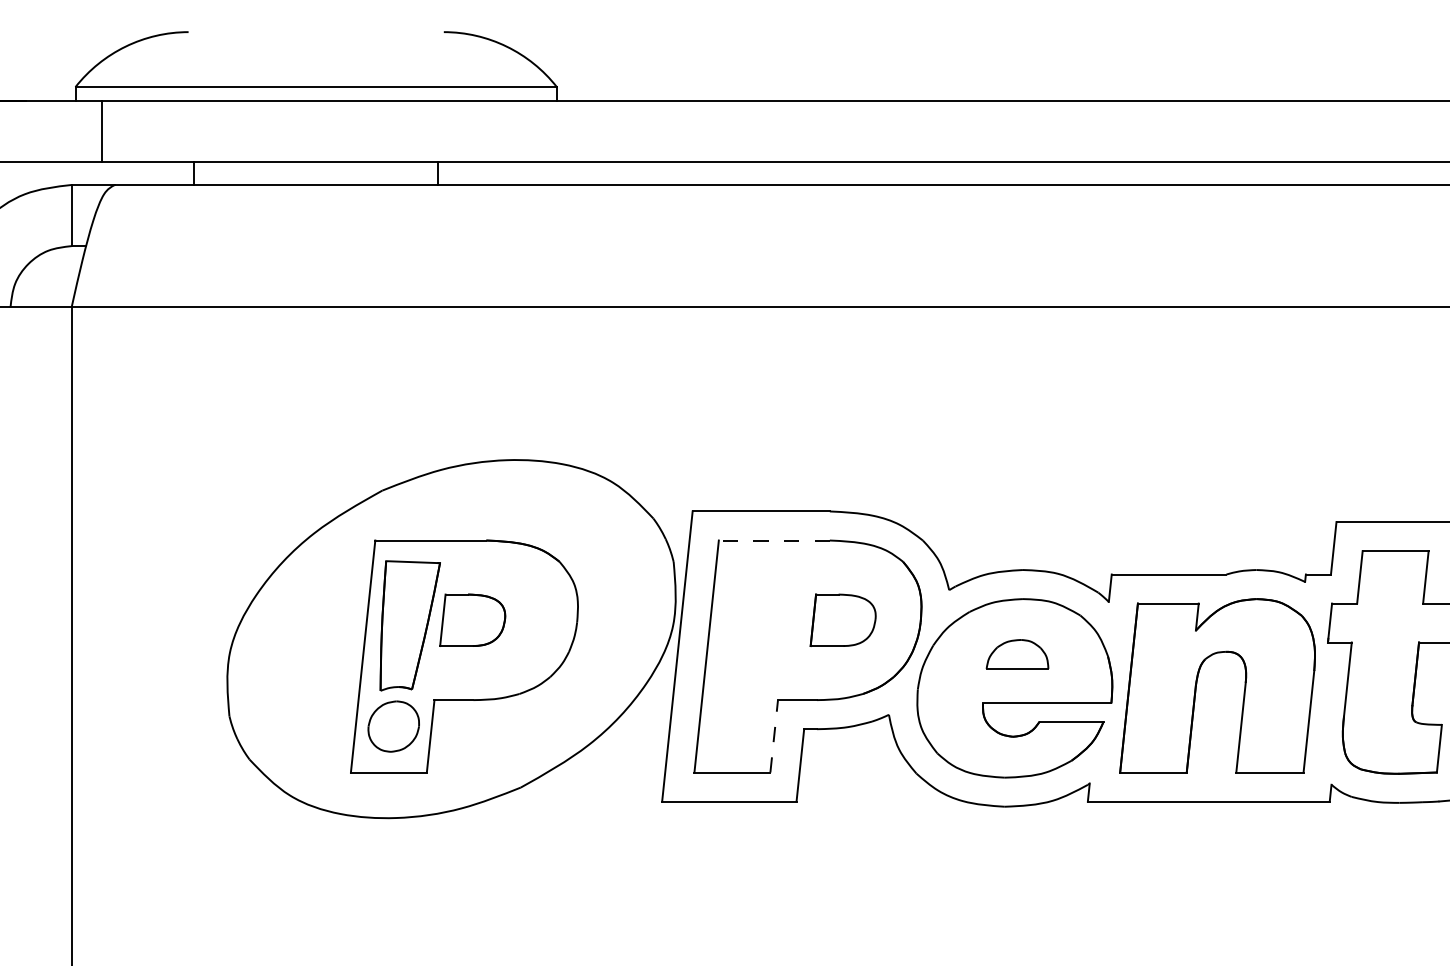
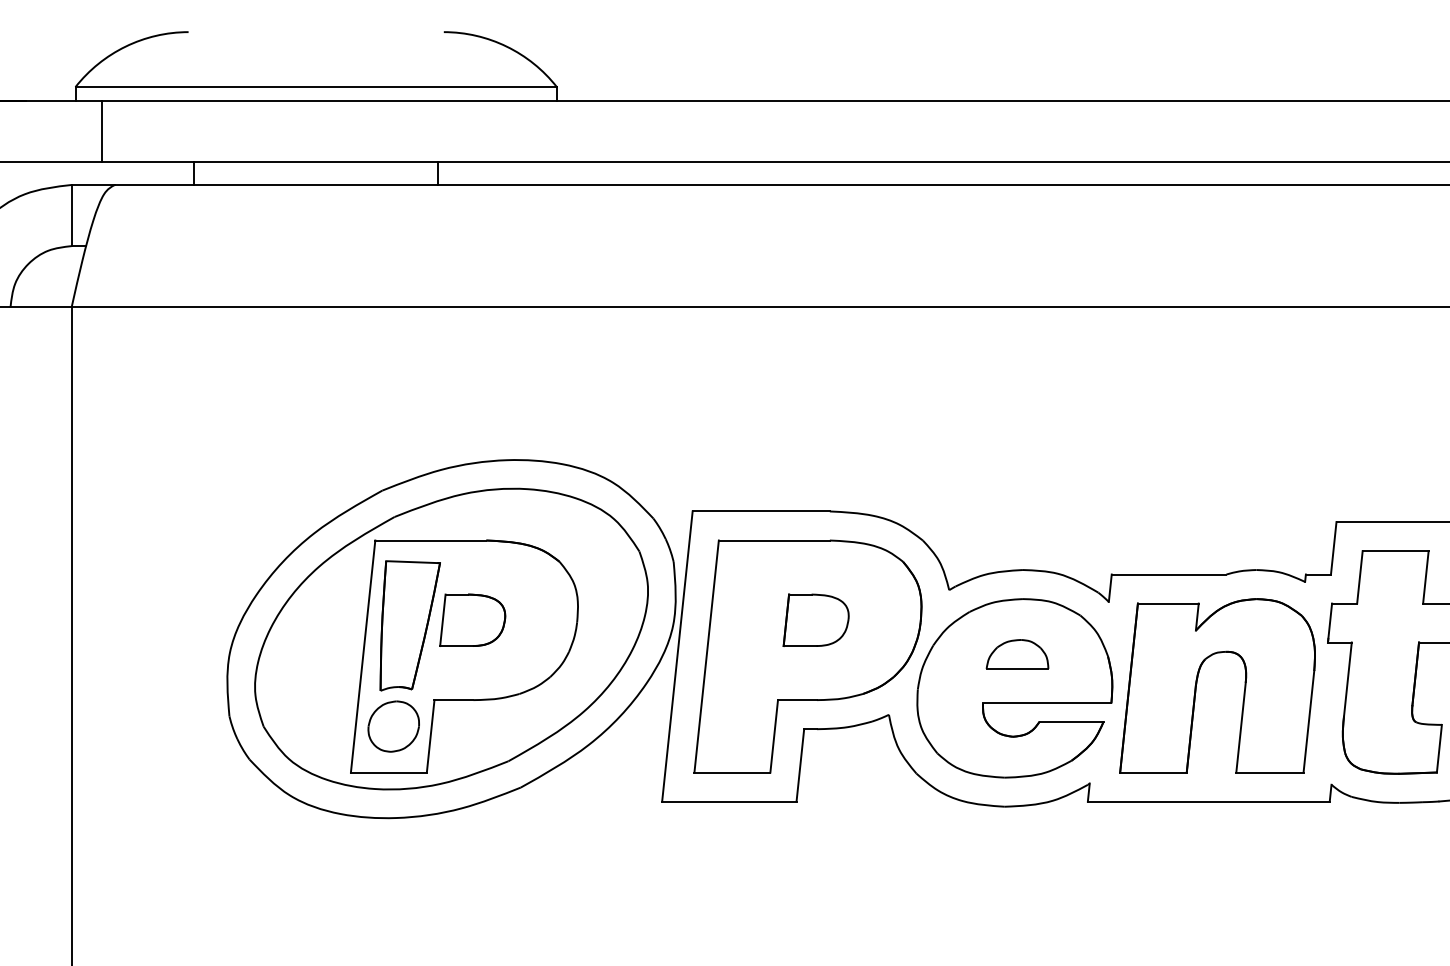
line at (774, 540): dashed -> solid
part at (842, 619) position: (842, 619) -> (815, 619)
part at (451, 638): none -> present
line at (774, 735): dashed -> solid
